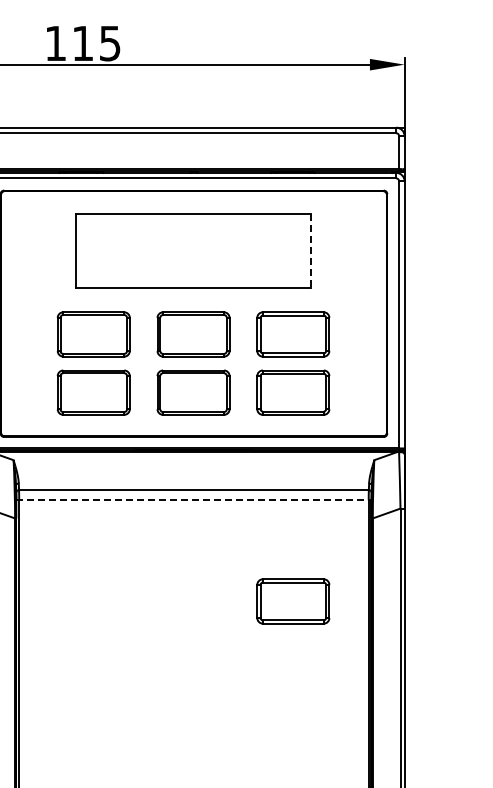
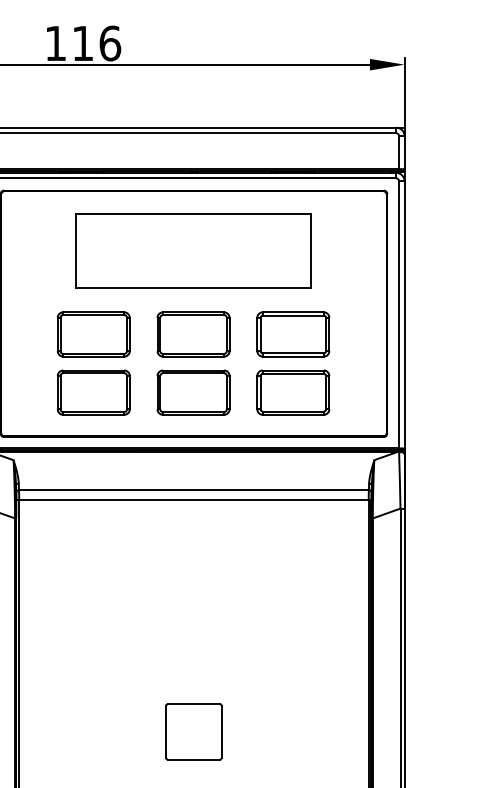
text at (110, 43): 115 -> 116
line at (311, 251): dashed -> solid
line at (193, 500): dashed -> solid
part at (293, 601): present -> none
part at (193, 731): none -> present
